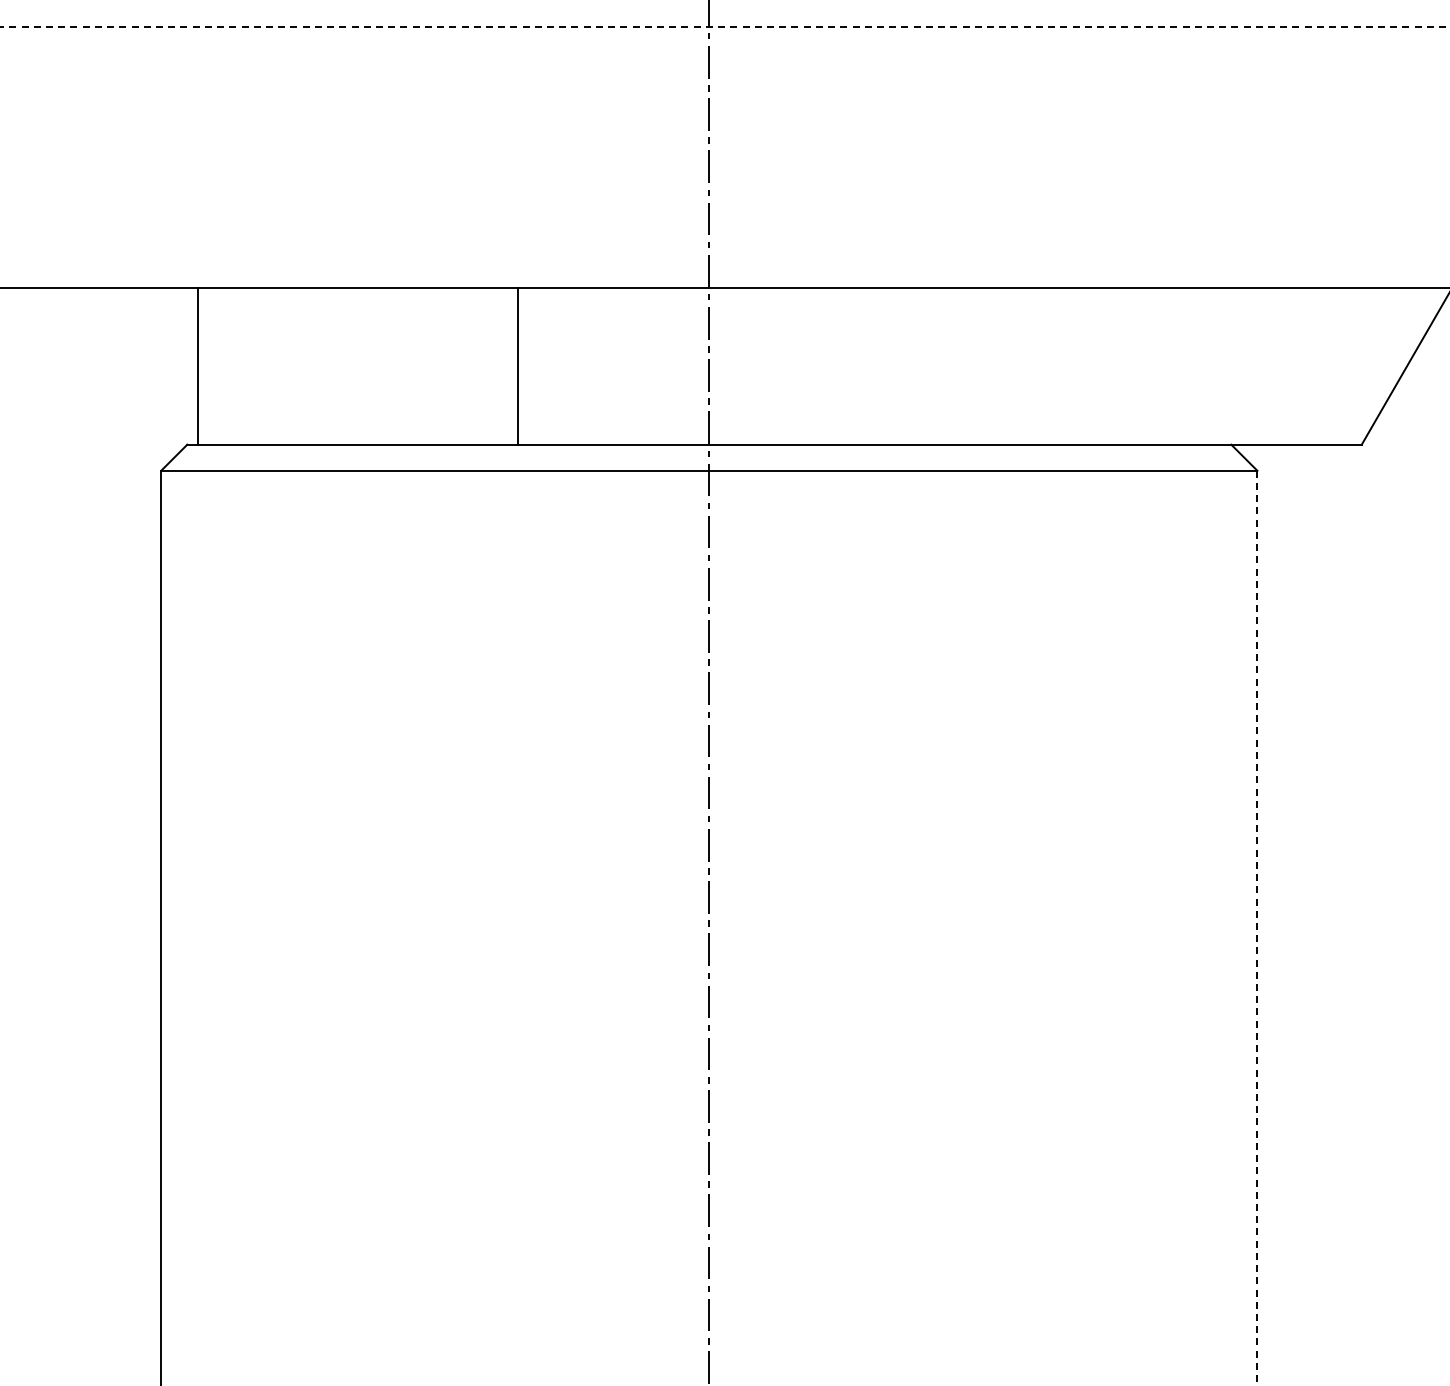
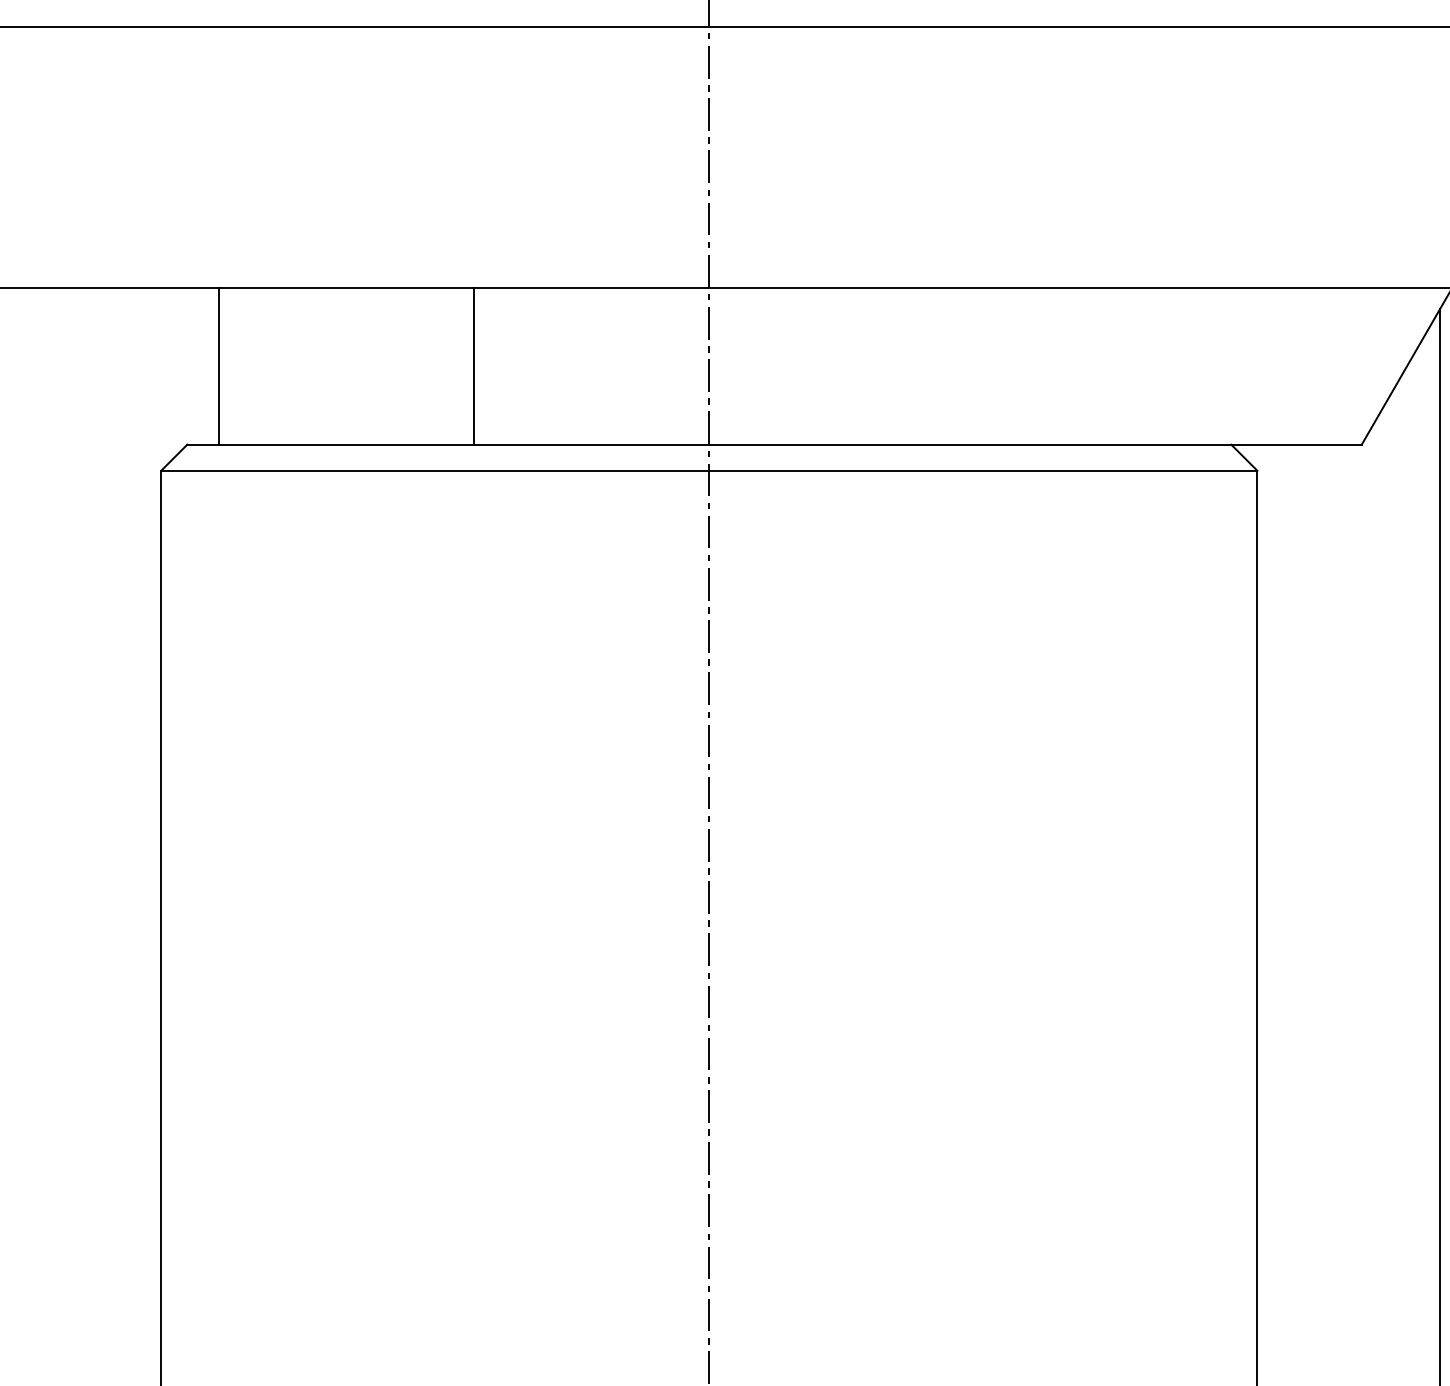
line at (724, 27): dashed -> solid
line at (197, 366) position: (197, 366) -> (218, 366)
line at (518, 366) position: (518, 366) -> (474, 366)
line at (1440, 845): none -> present
line at (1257, 928): dashed -> solid
